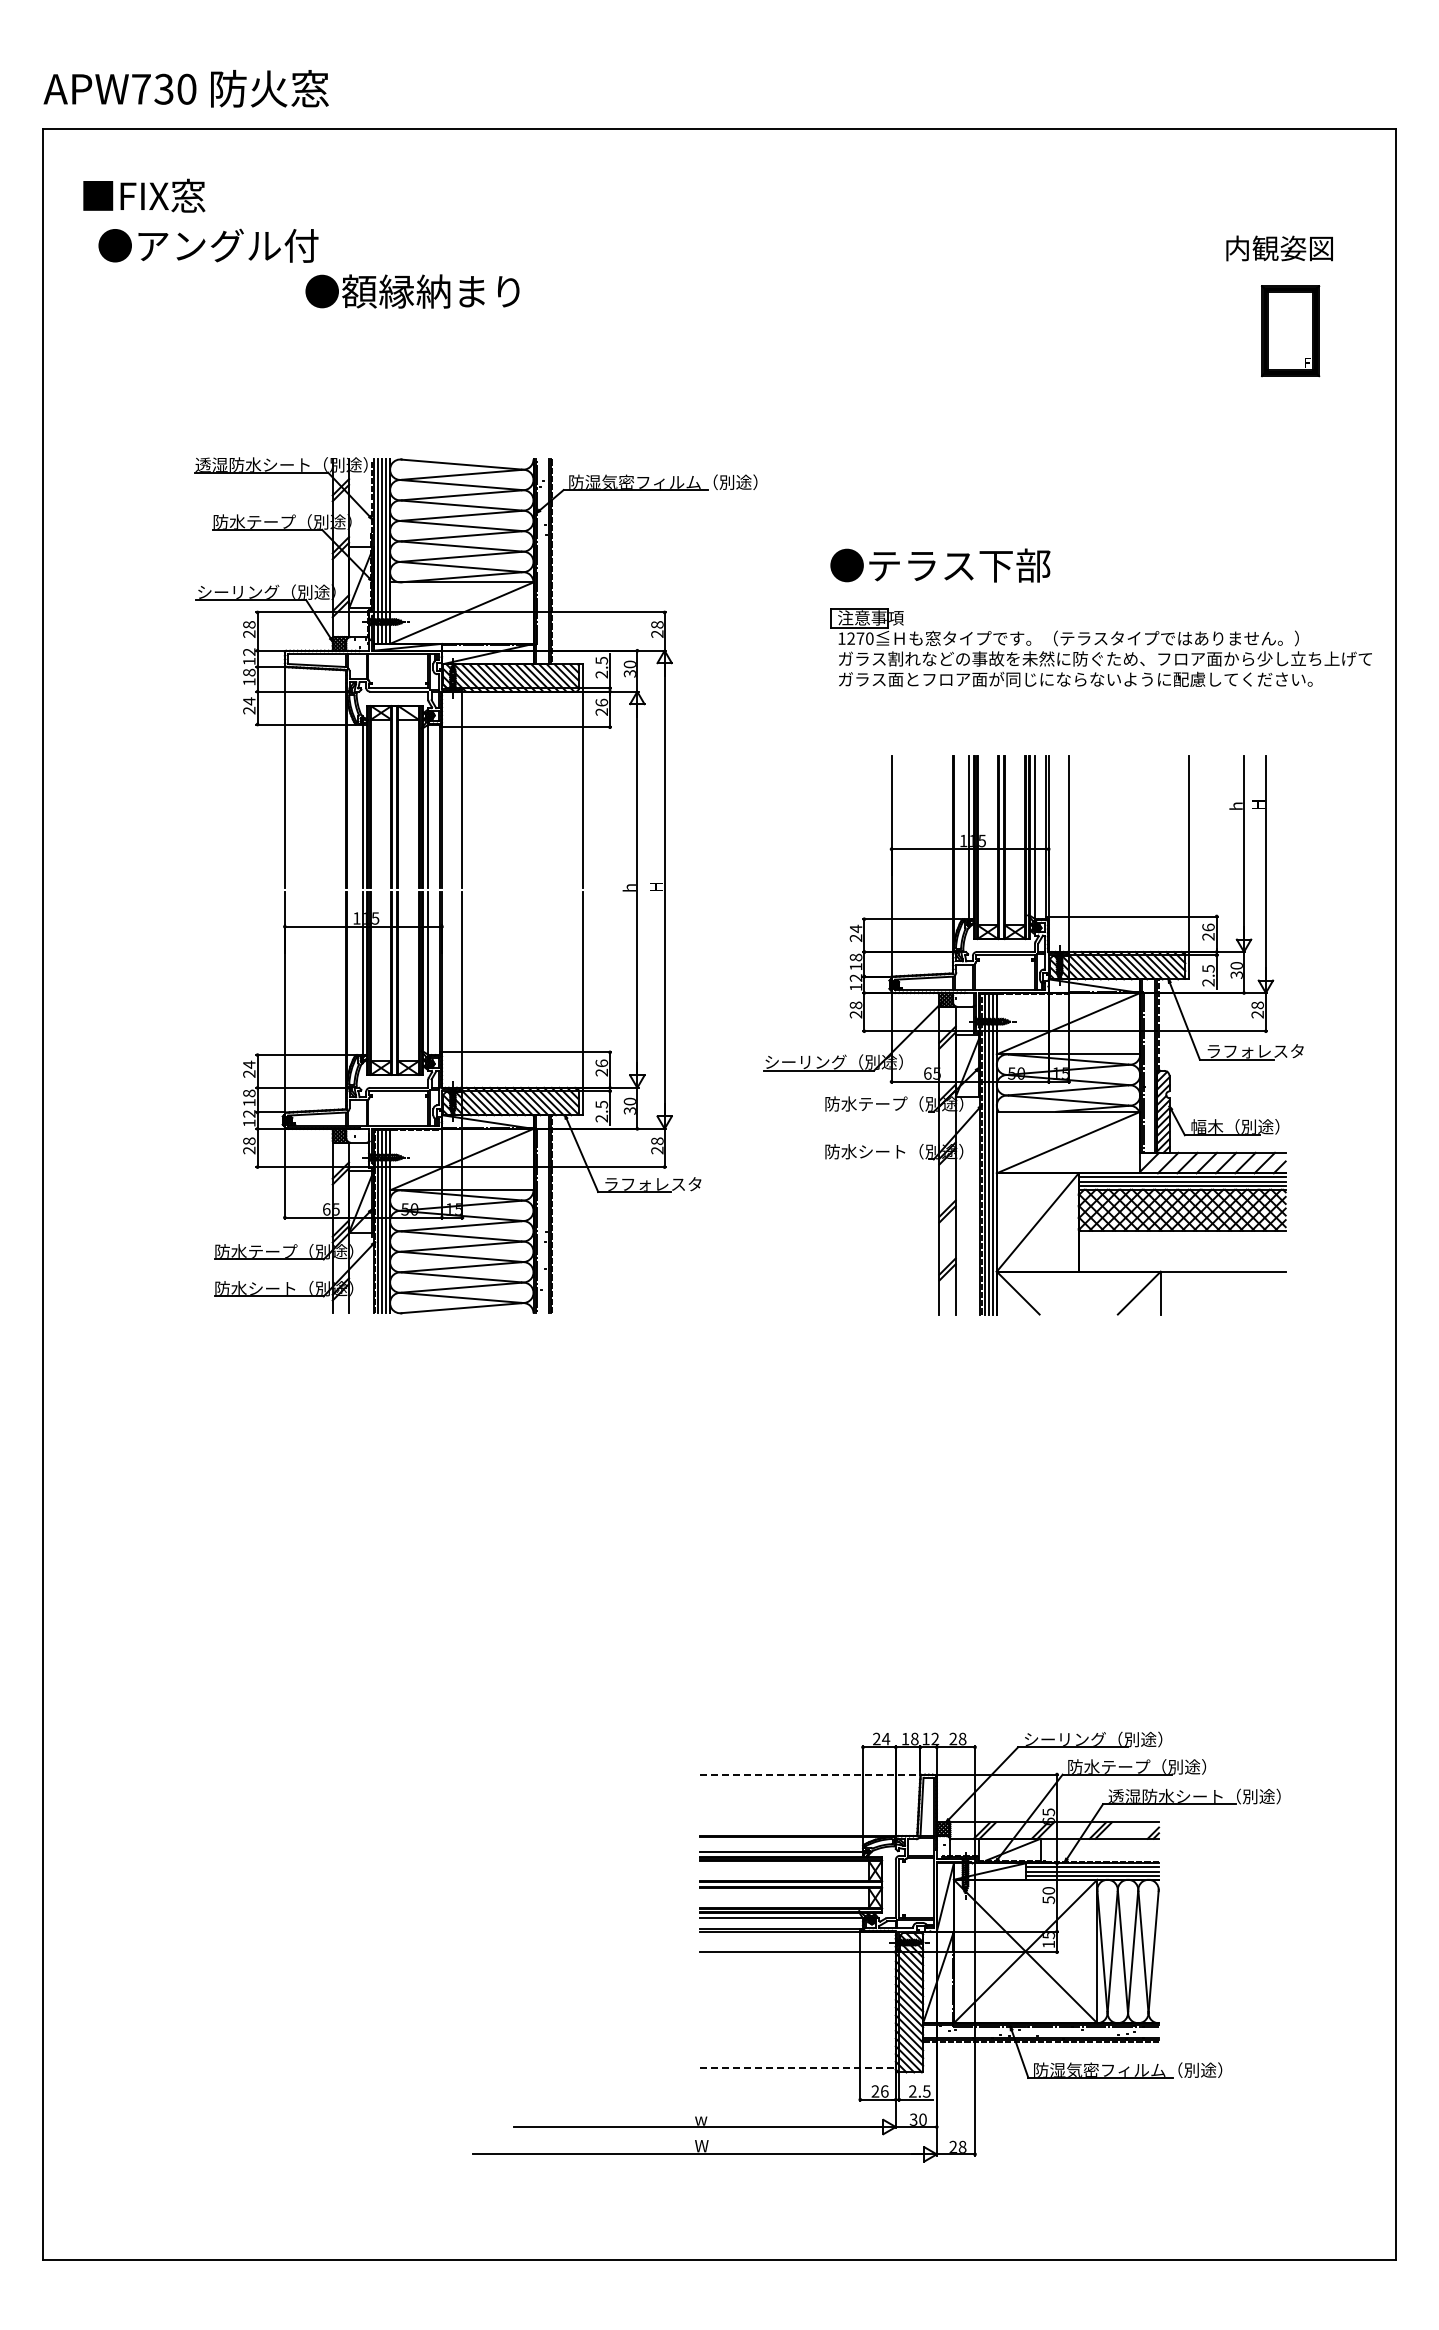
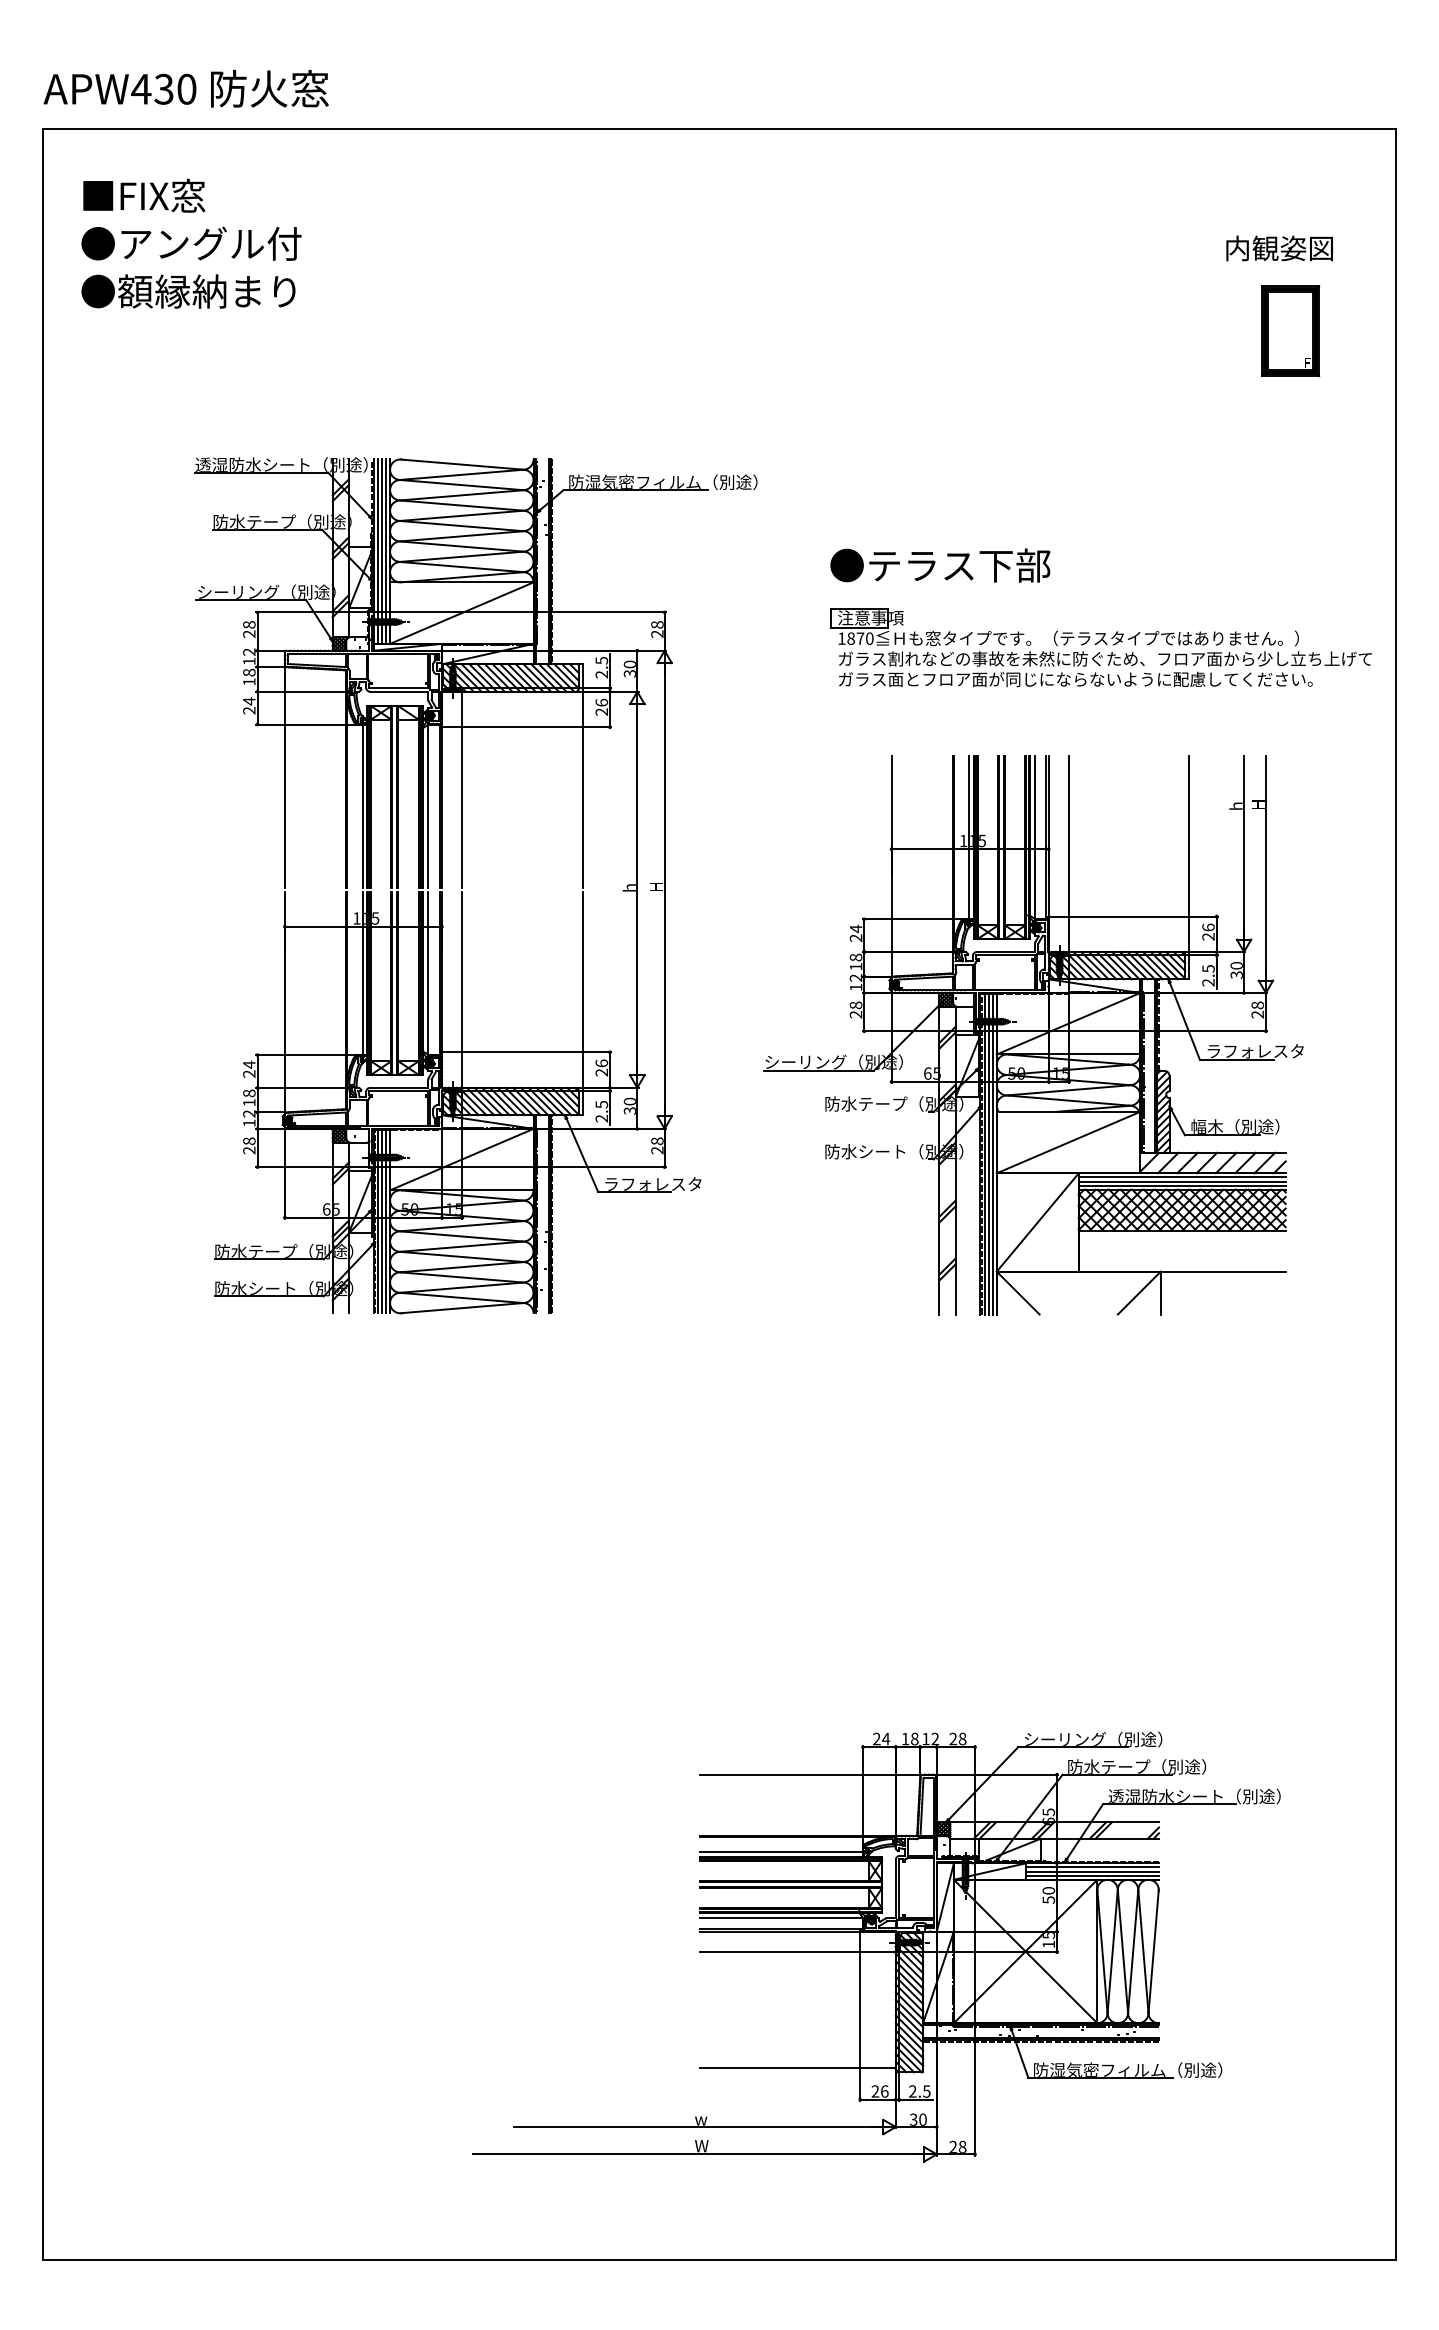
text at (141, 89): APW730 -> APW430
text at (208, 245) position: (208, 245) -> (191, 243)
text at (412, 291) position: (412, 291) -> (188, 291)
text at (850, 638): 1270 -> 1870
line at (810, 1774): dashed -> solid
line at (798, 2068): dashed -> solid
